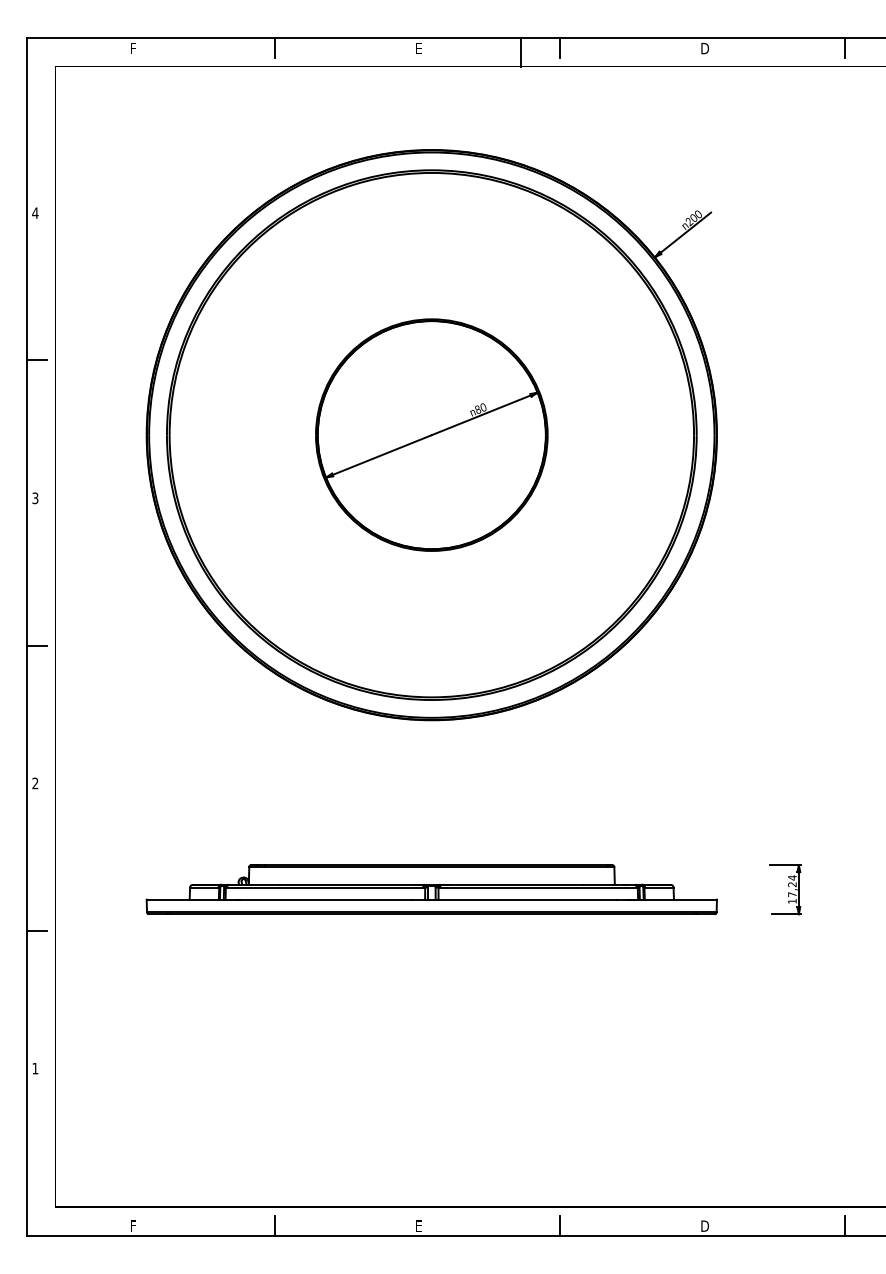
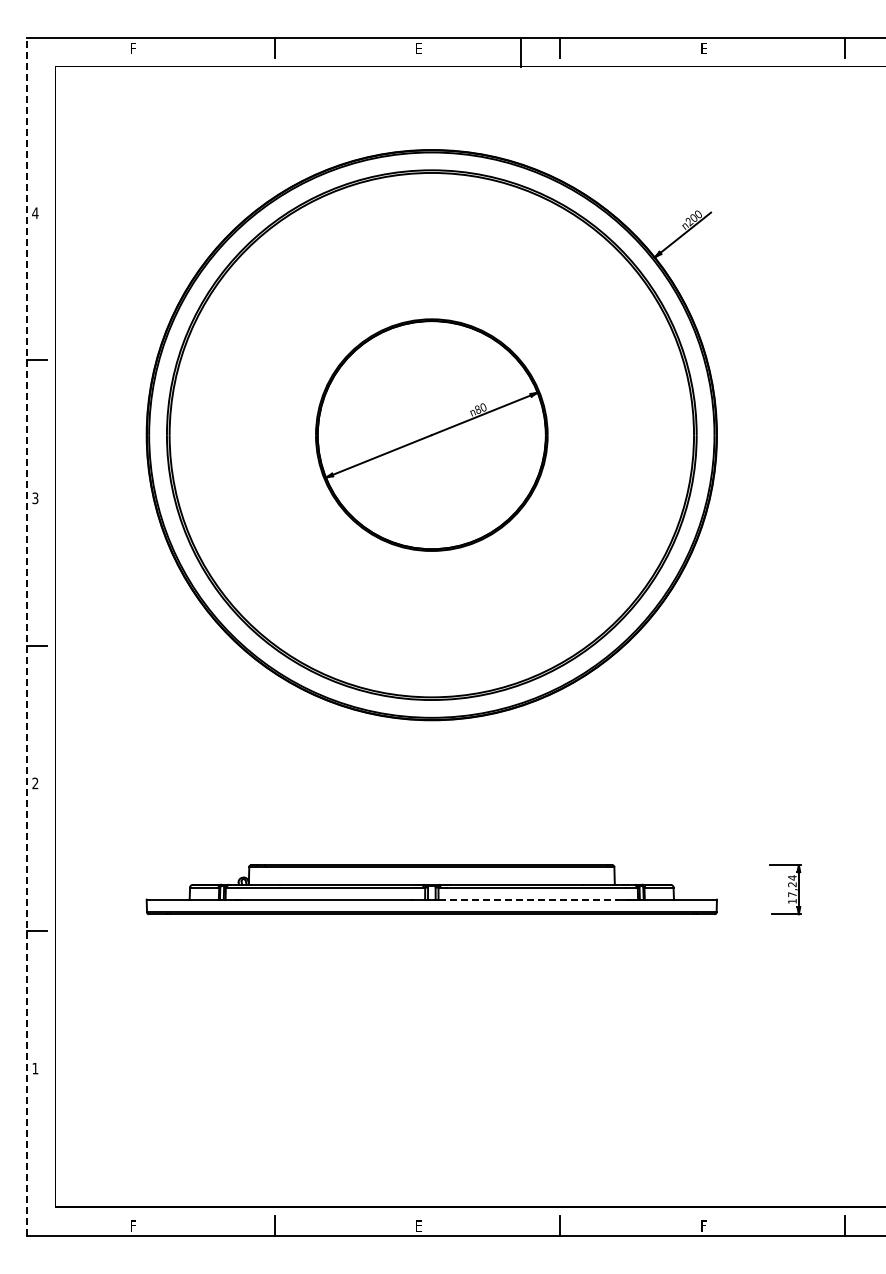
text at (704, 48): D -> E
line at (26, 637): solid -> dashed
line at (528, 899): solid -> dashed
text at (704, 1225): D -> F
